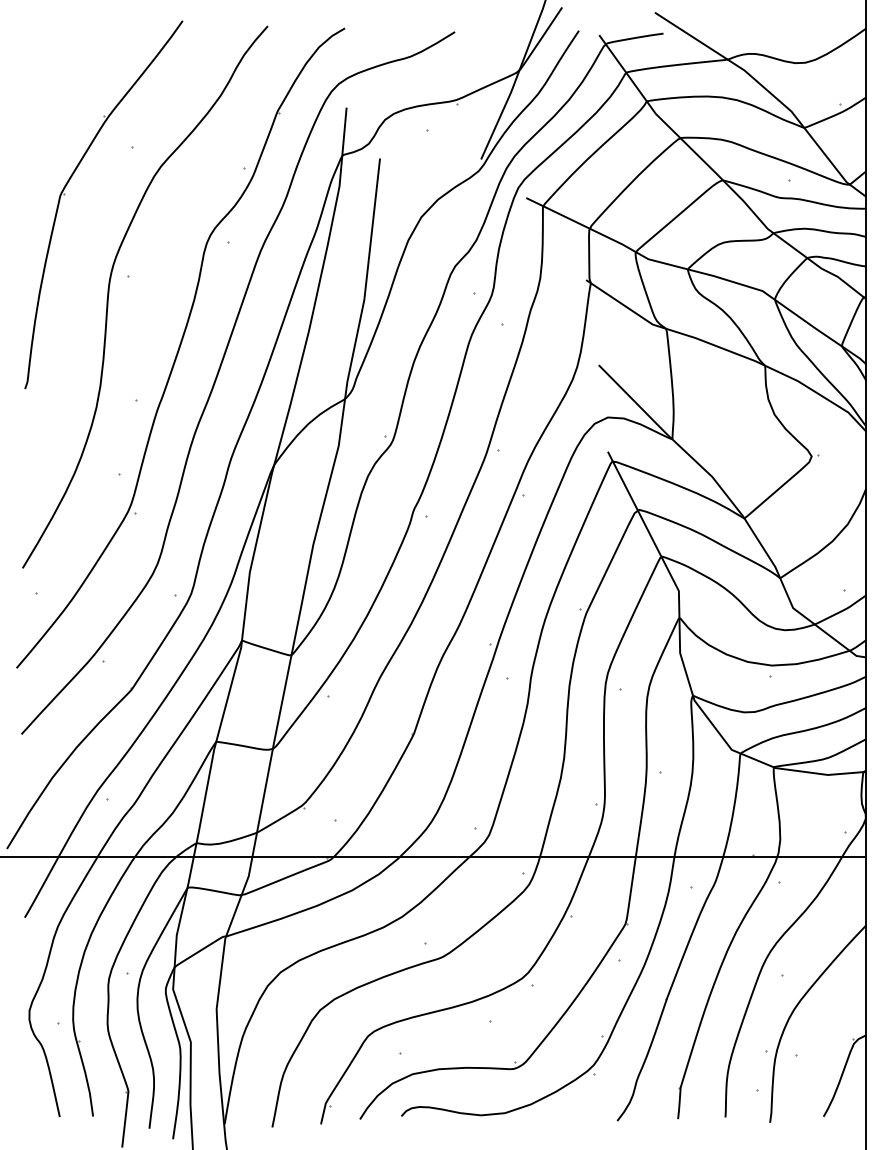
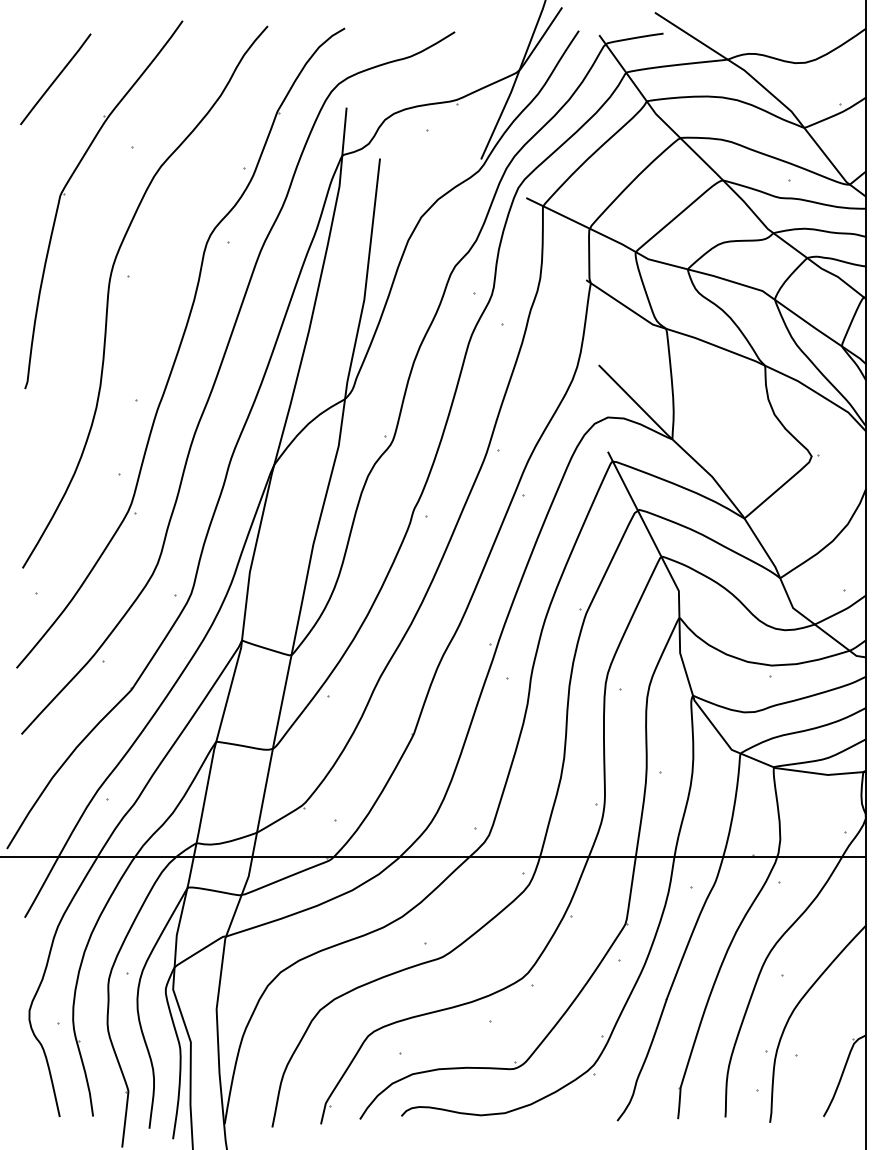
line at (55, 79): none -> present
